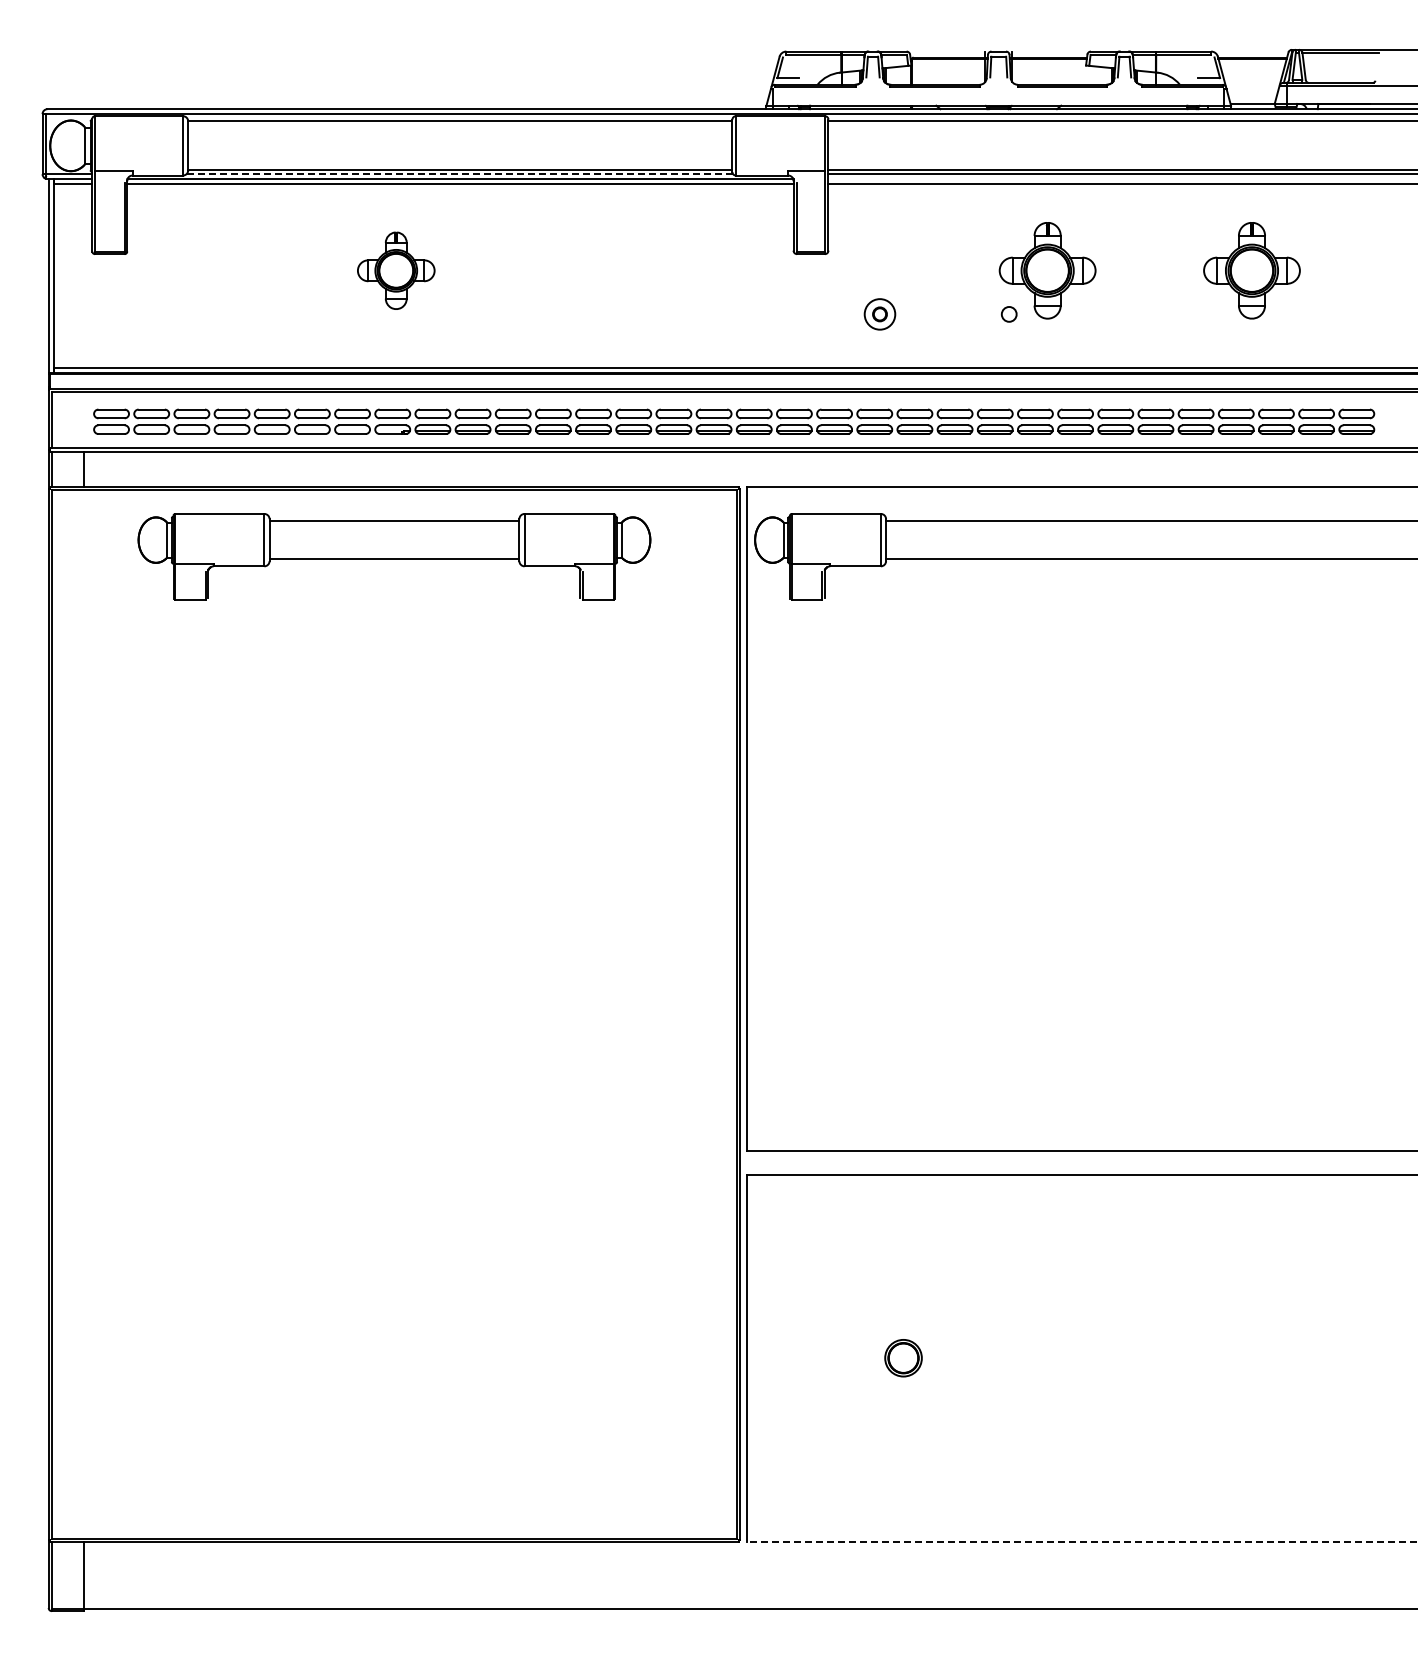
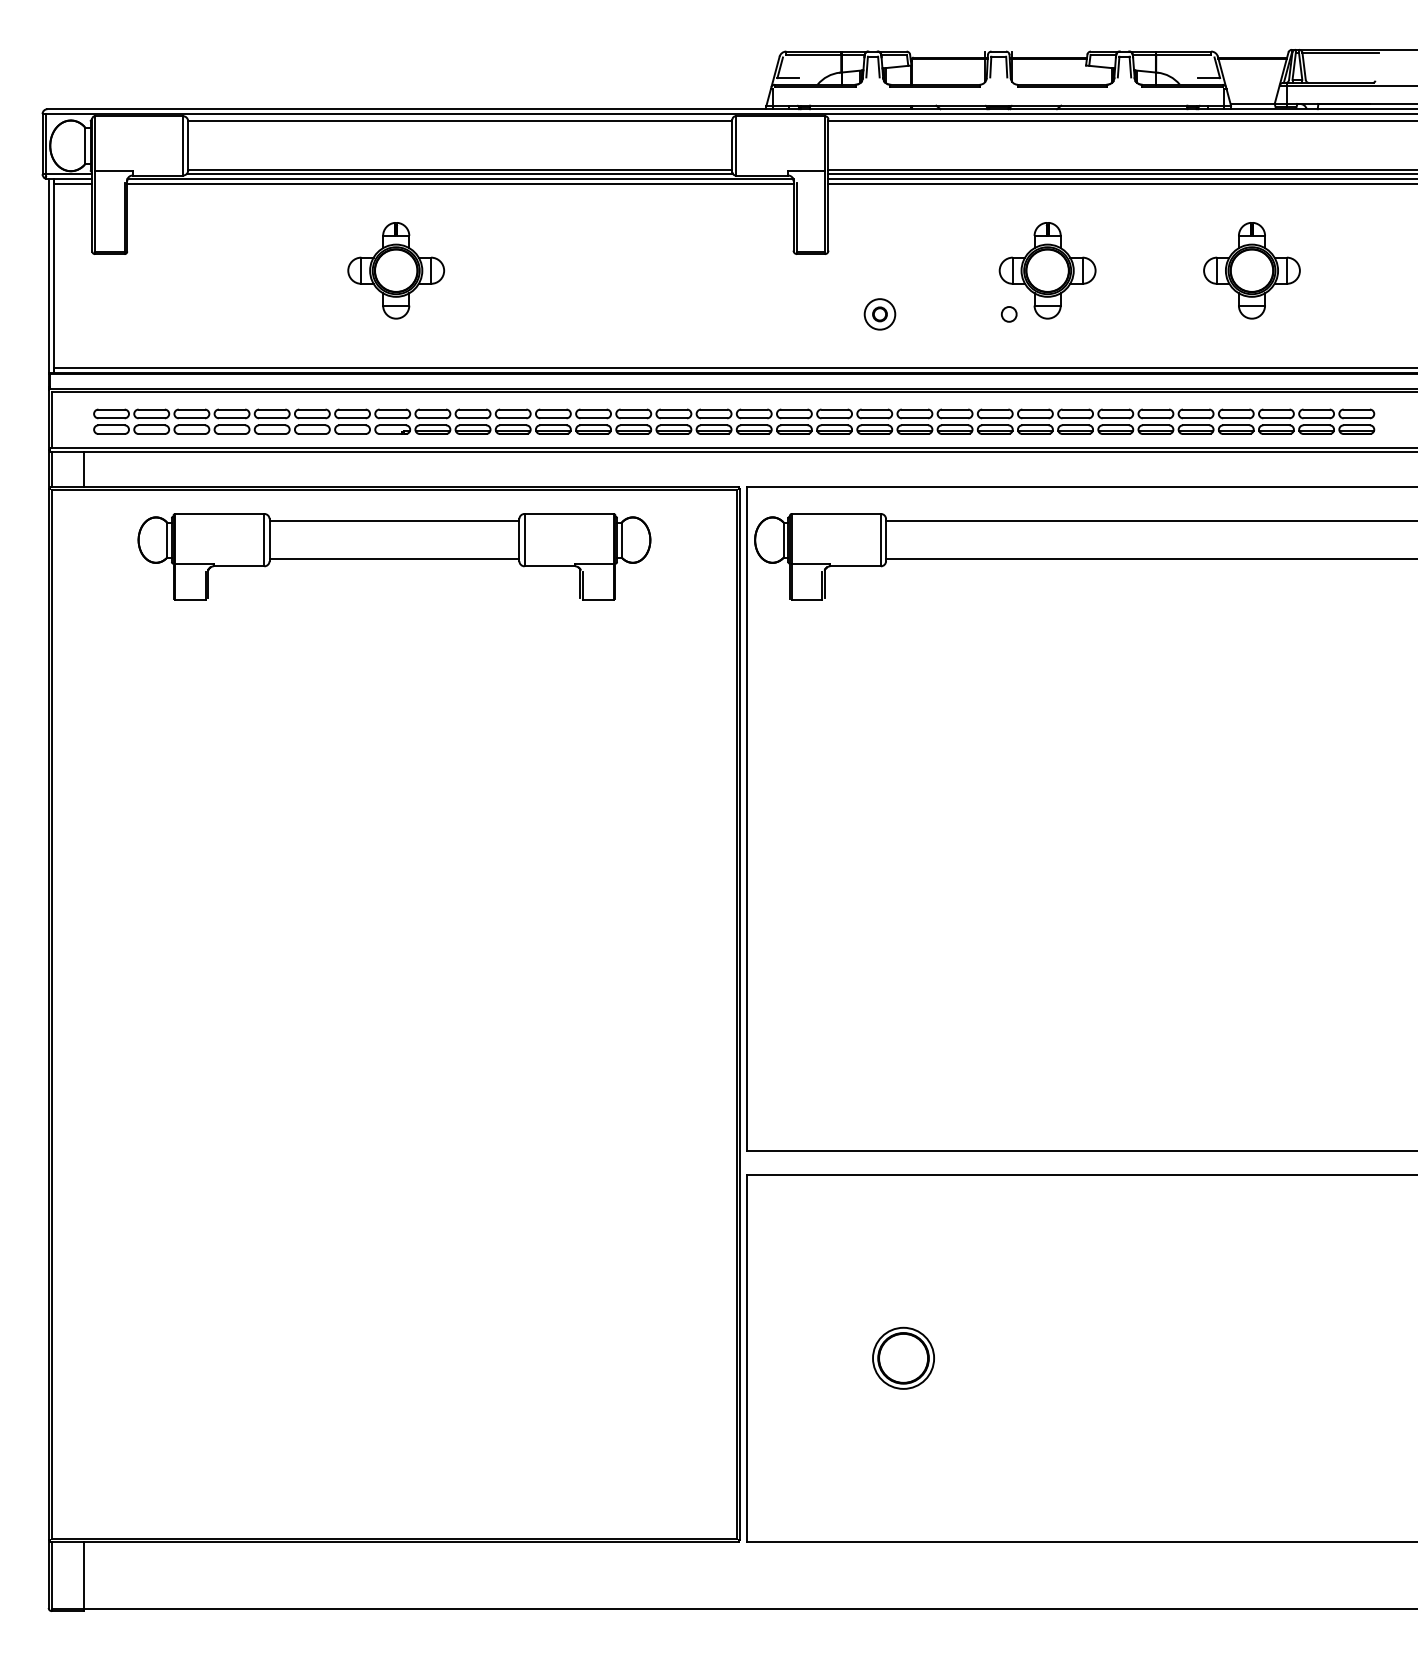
line at (459, 174): dashed -> solid
line at (1121, 179): none -> present
part at (396, 270) size: 79x79 px -> 99x98 px
part at (903, 1358) size: 39x39 px -> 63x64 px
line at (1082, 1541): dashed -> solid
